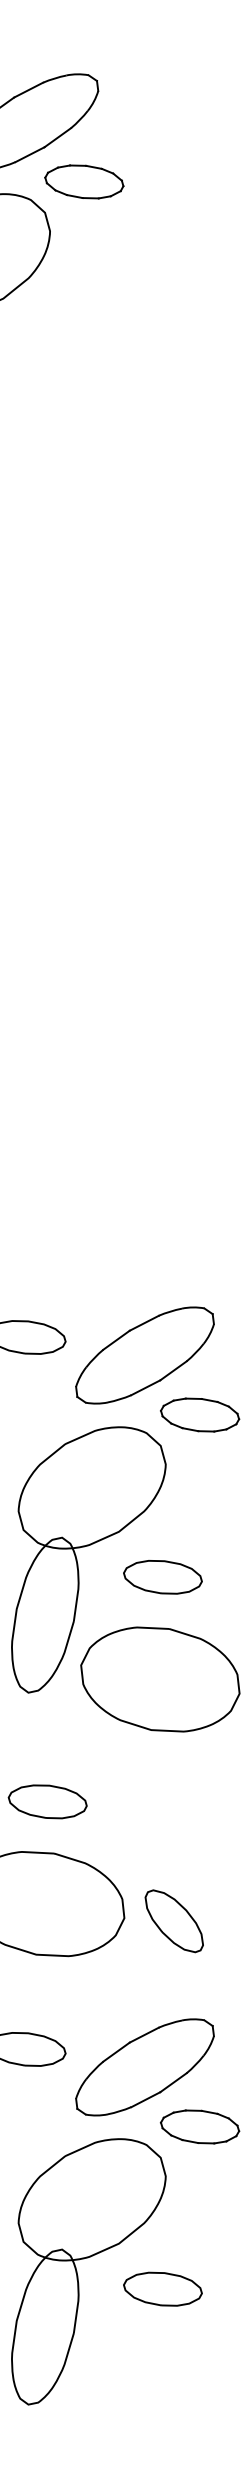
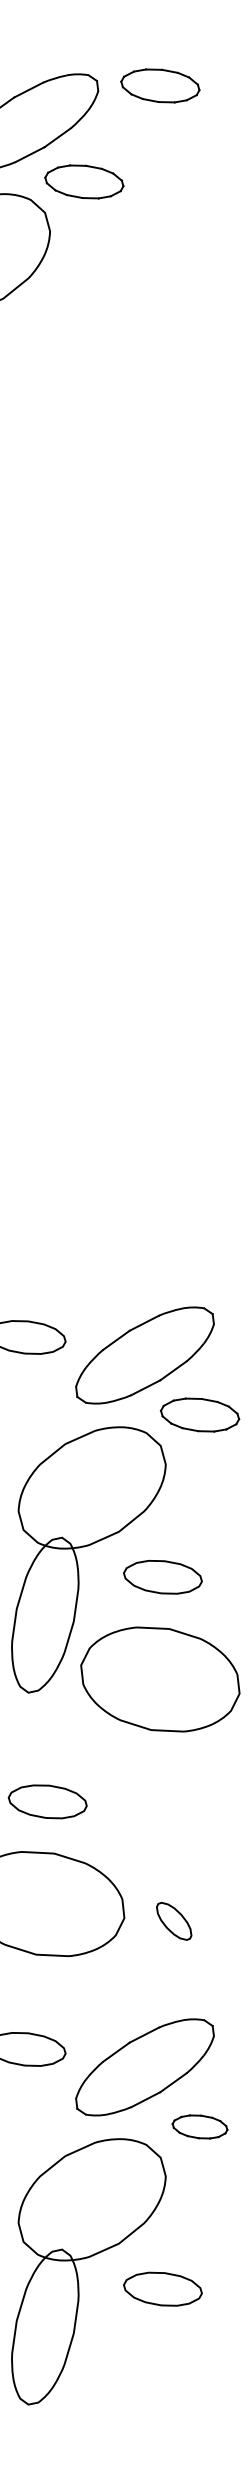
part at (160, 85): none -> present
part at (173, 1921) size: 60x65 px -> 37x40 px
part at (199, 2126) size: 82x36 px -> 58x26 px
